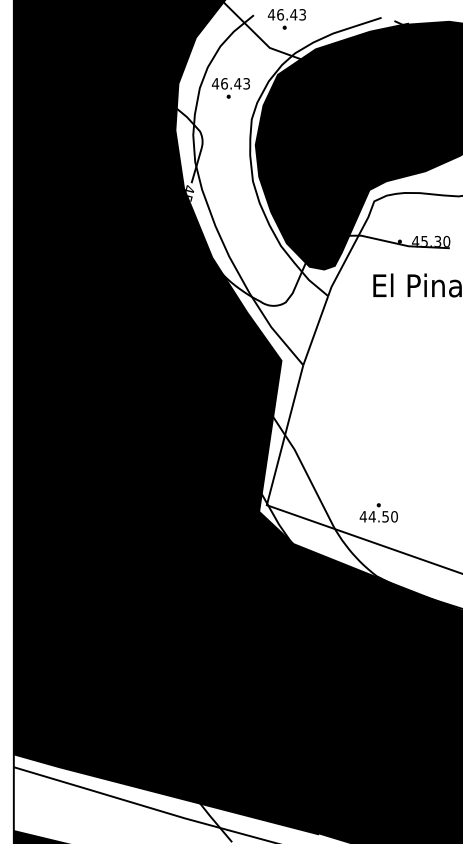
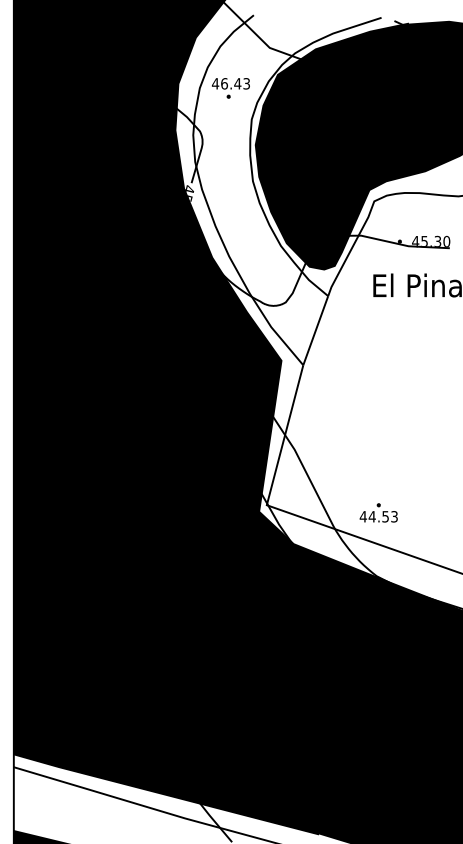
part at (286, 19): present -> none
text at (394, 516): 44.50 -> 44.53
